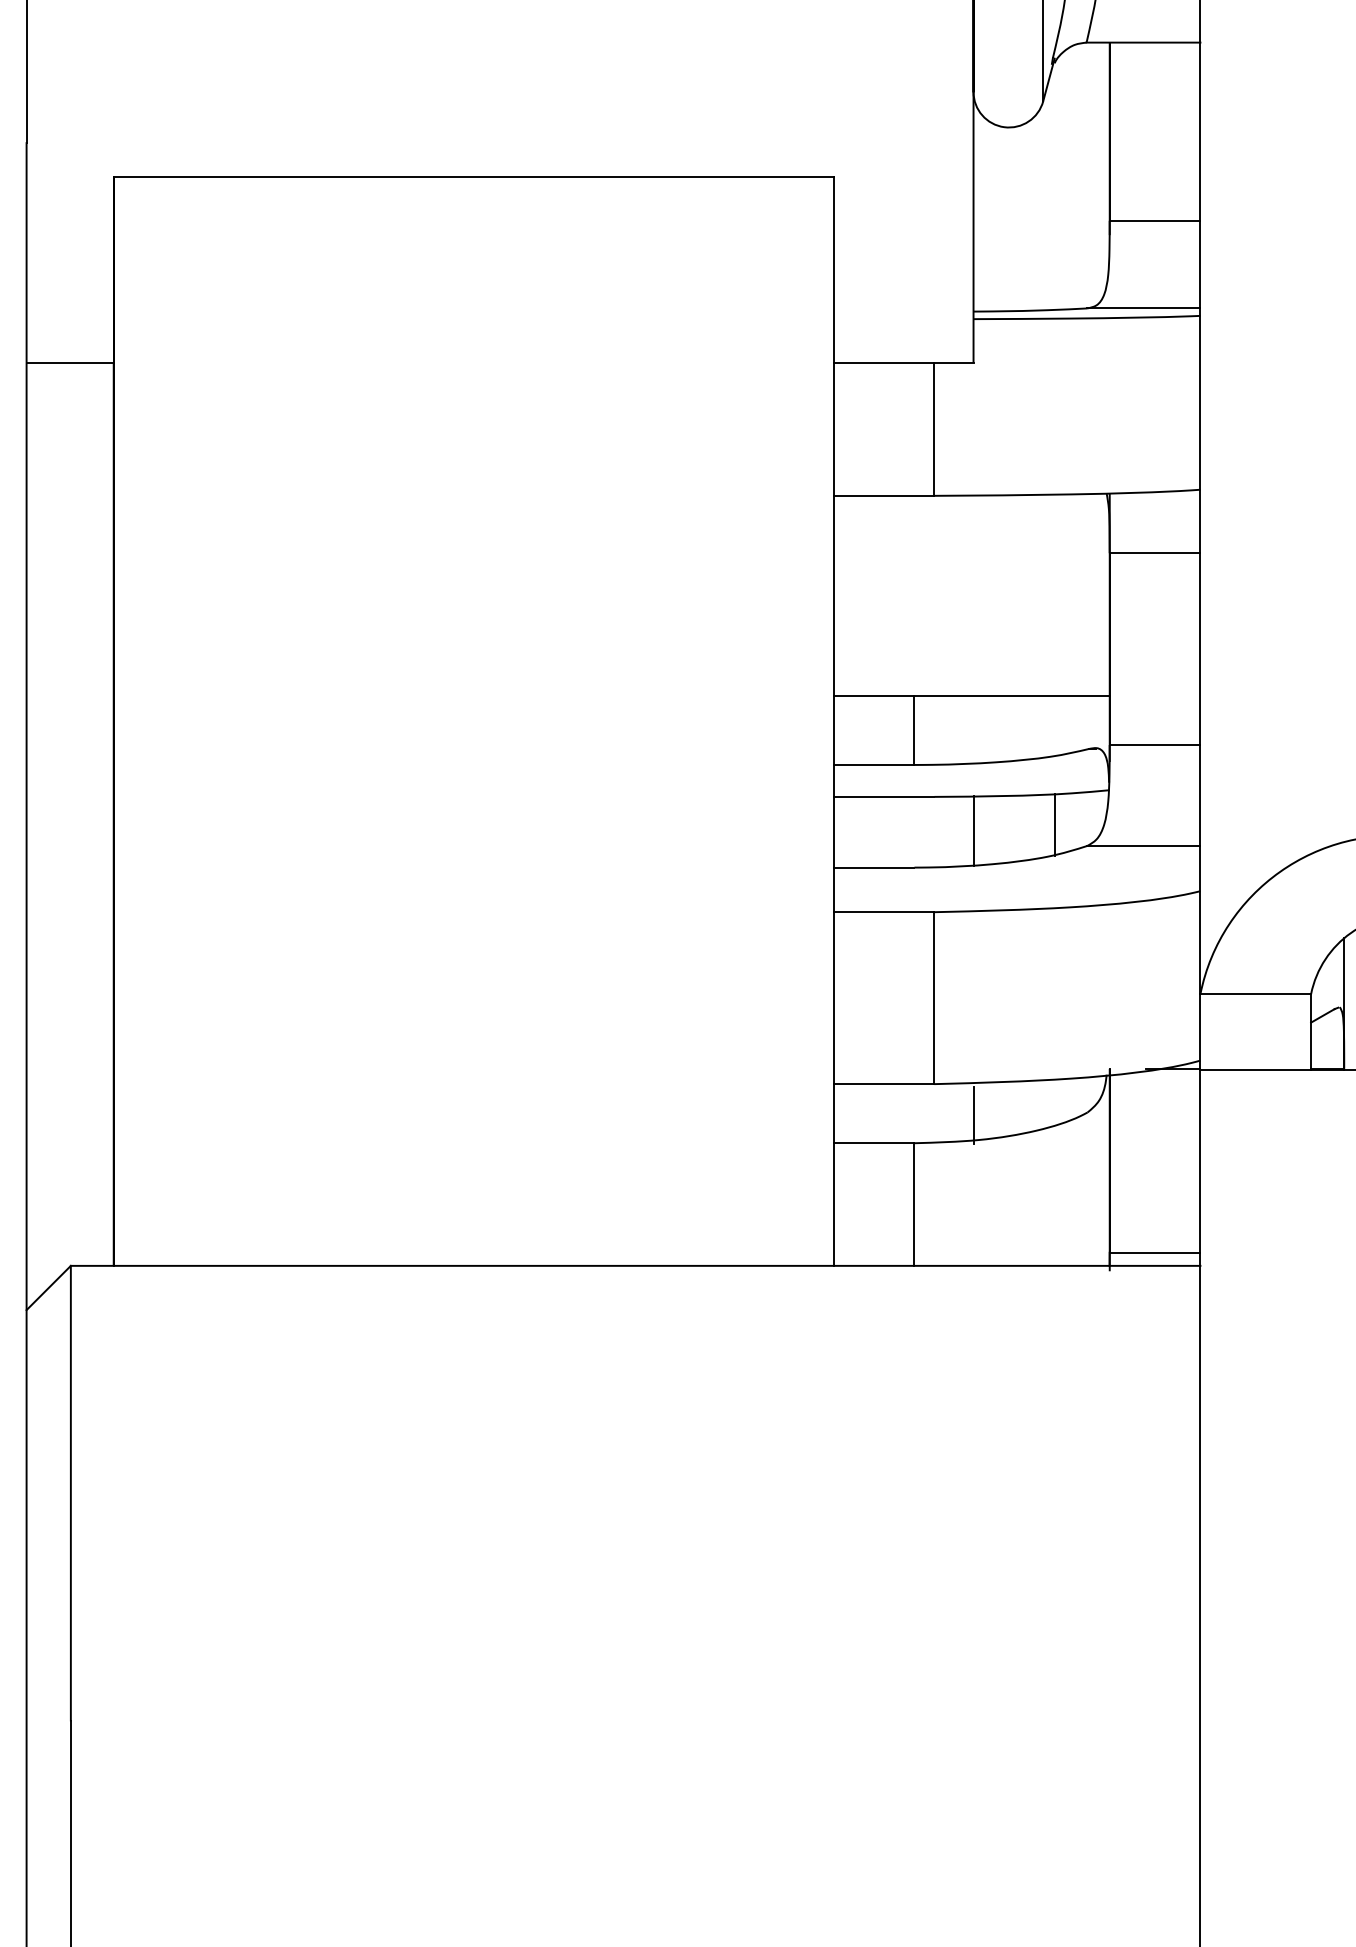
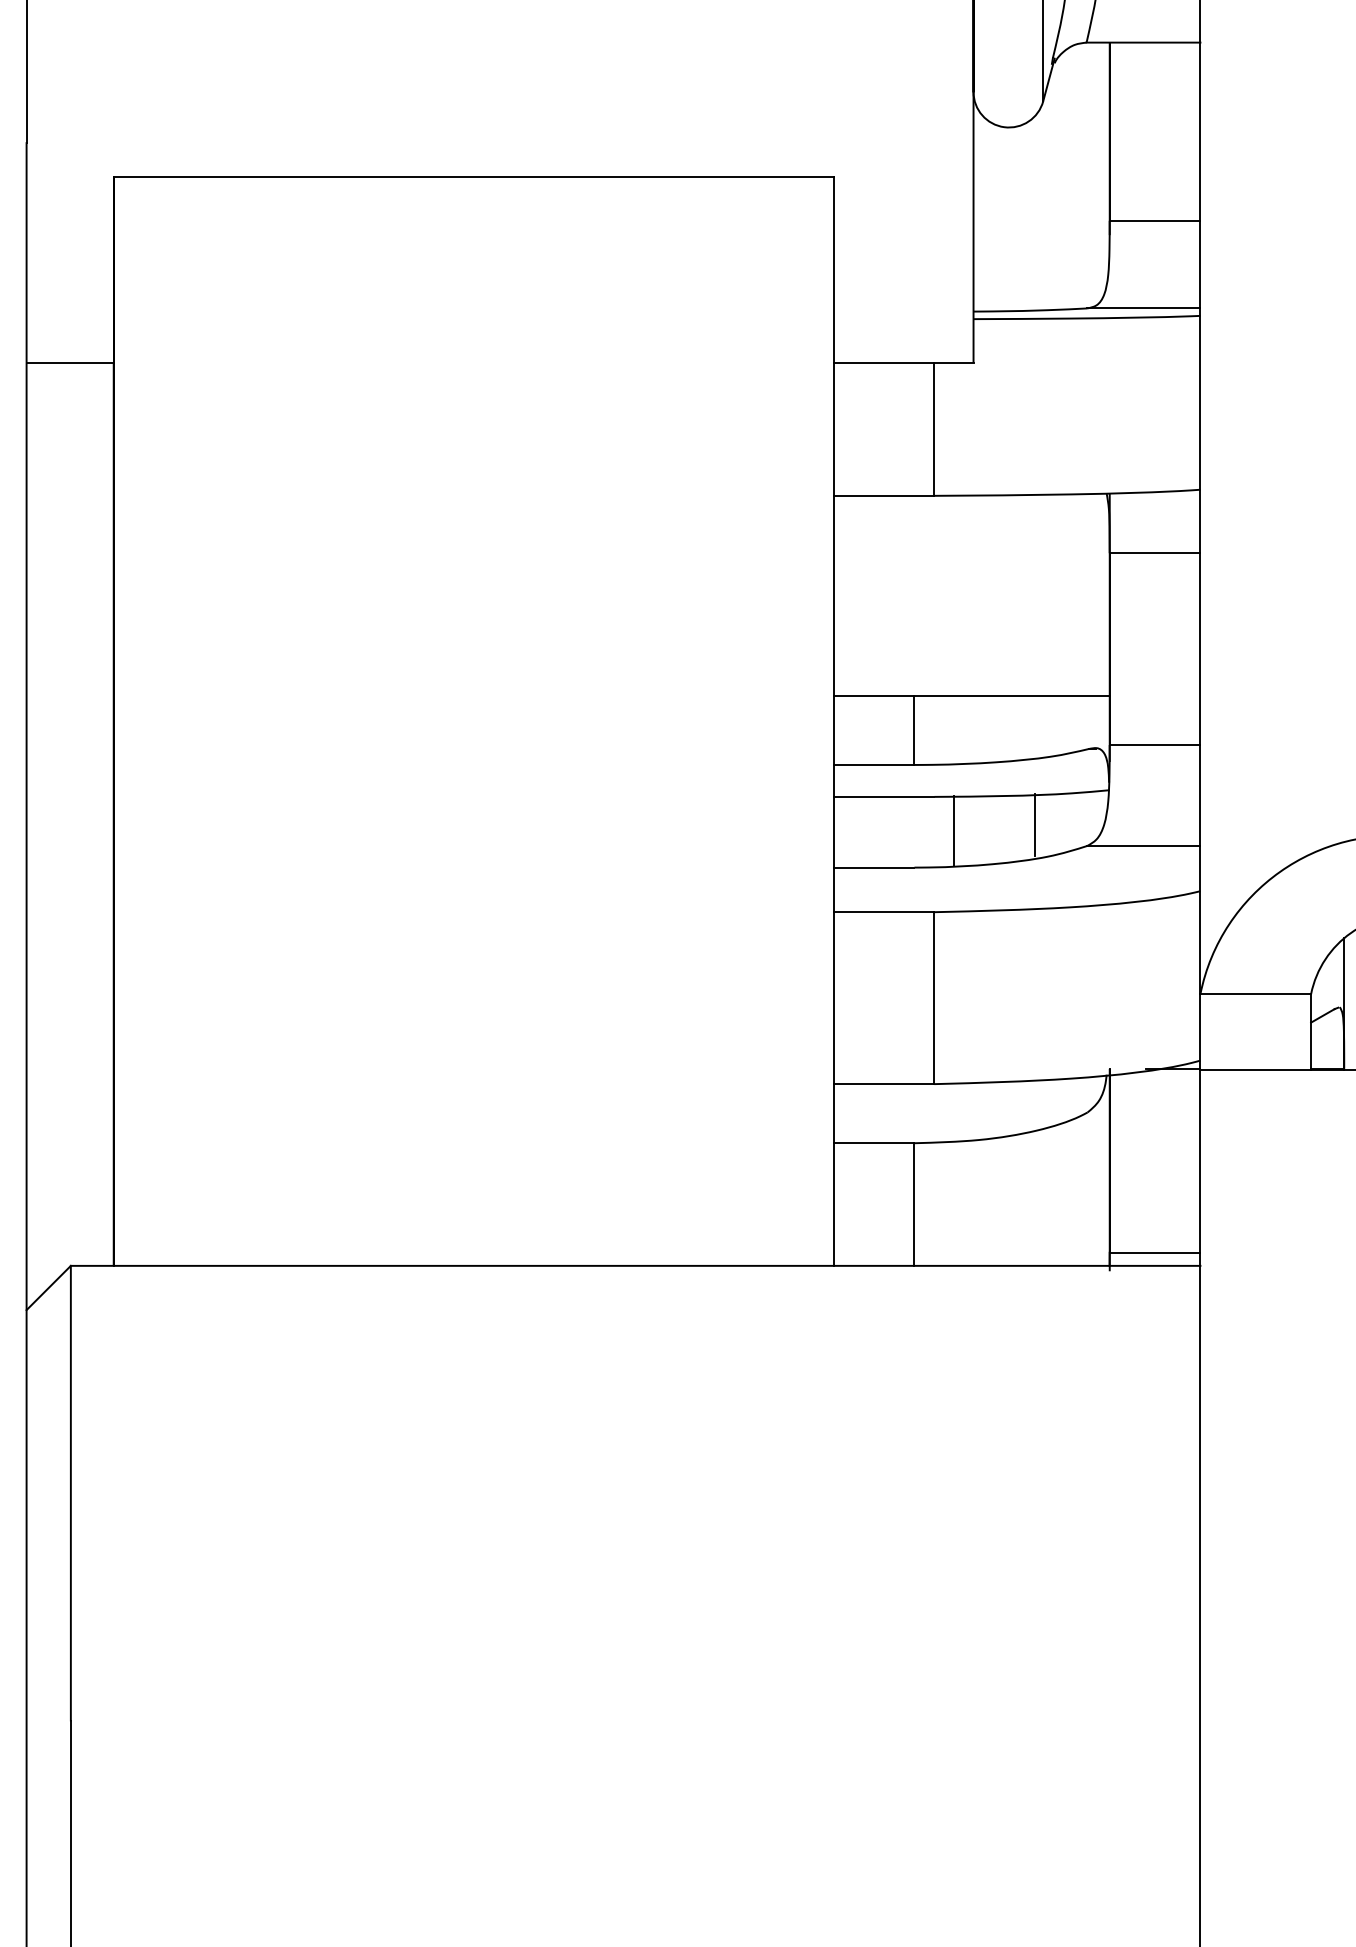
line at (1055, 824) position: (1055, 824) -> (1035, 824)
line at (973, 831) position: (973, 831) -> (953, 831)
line at (973, 1114): present -> none
